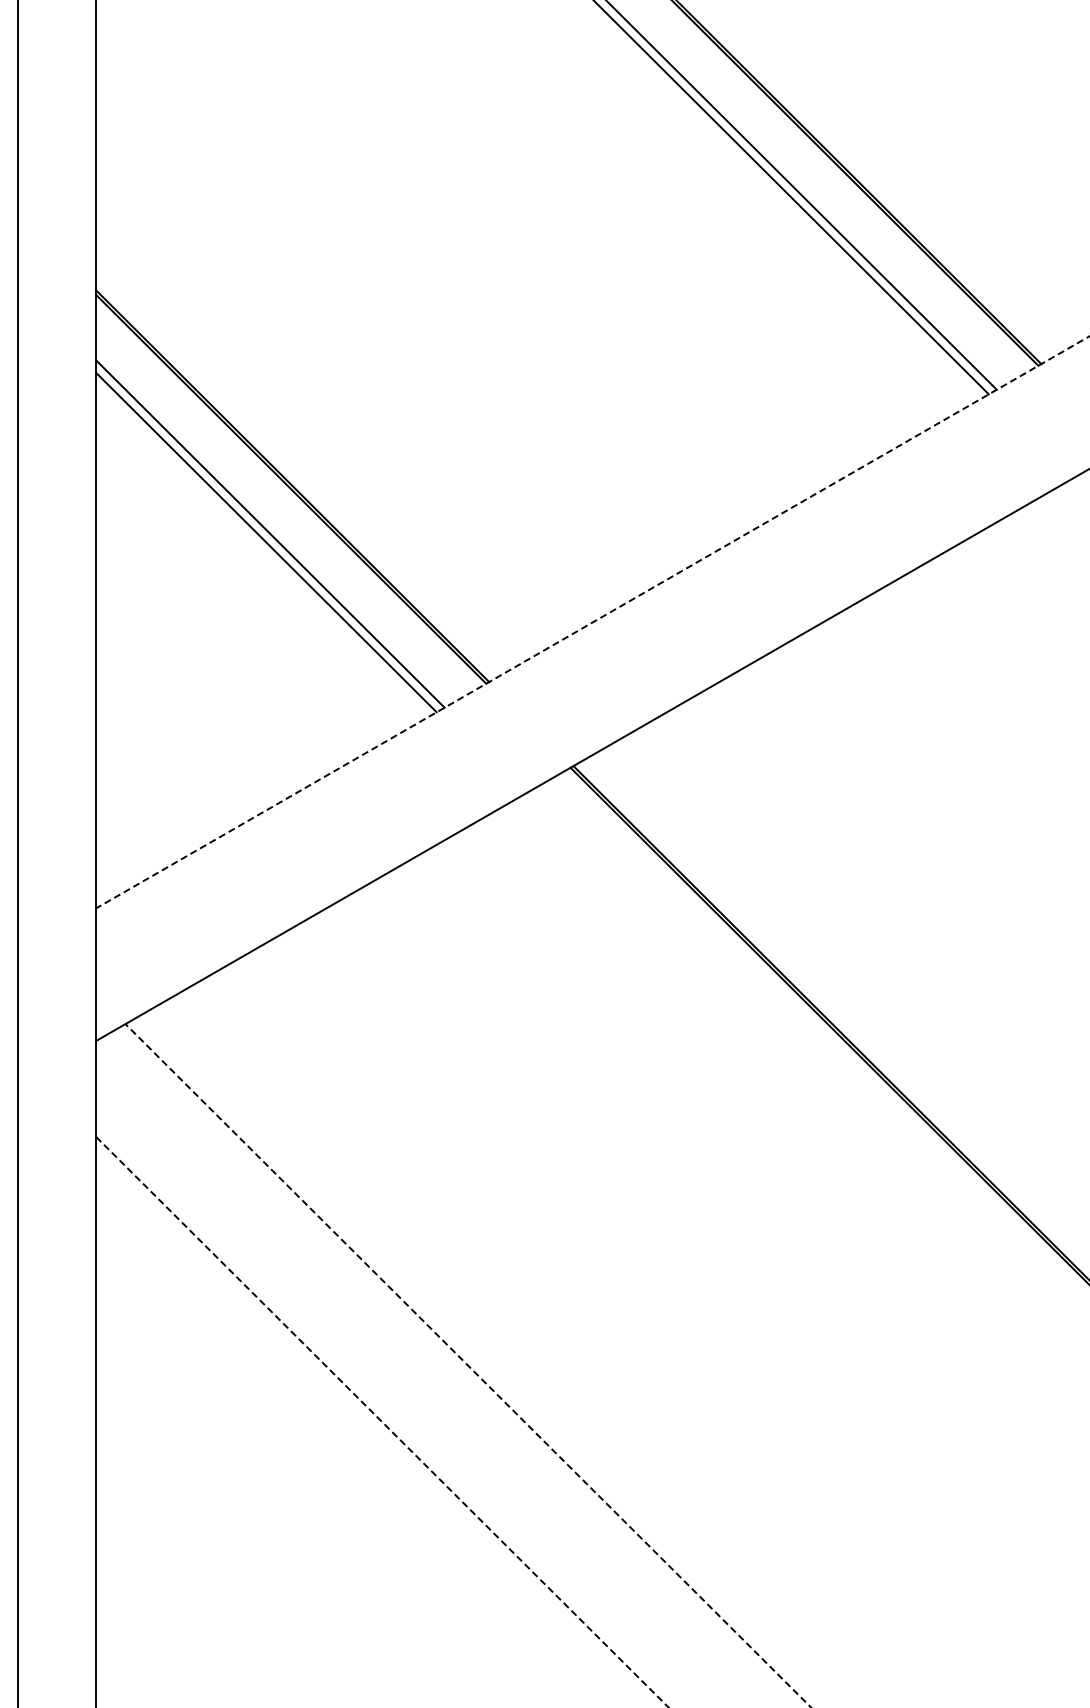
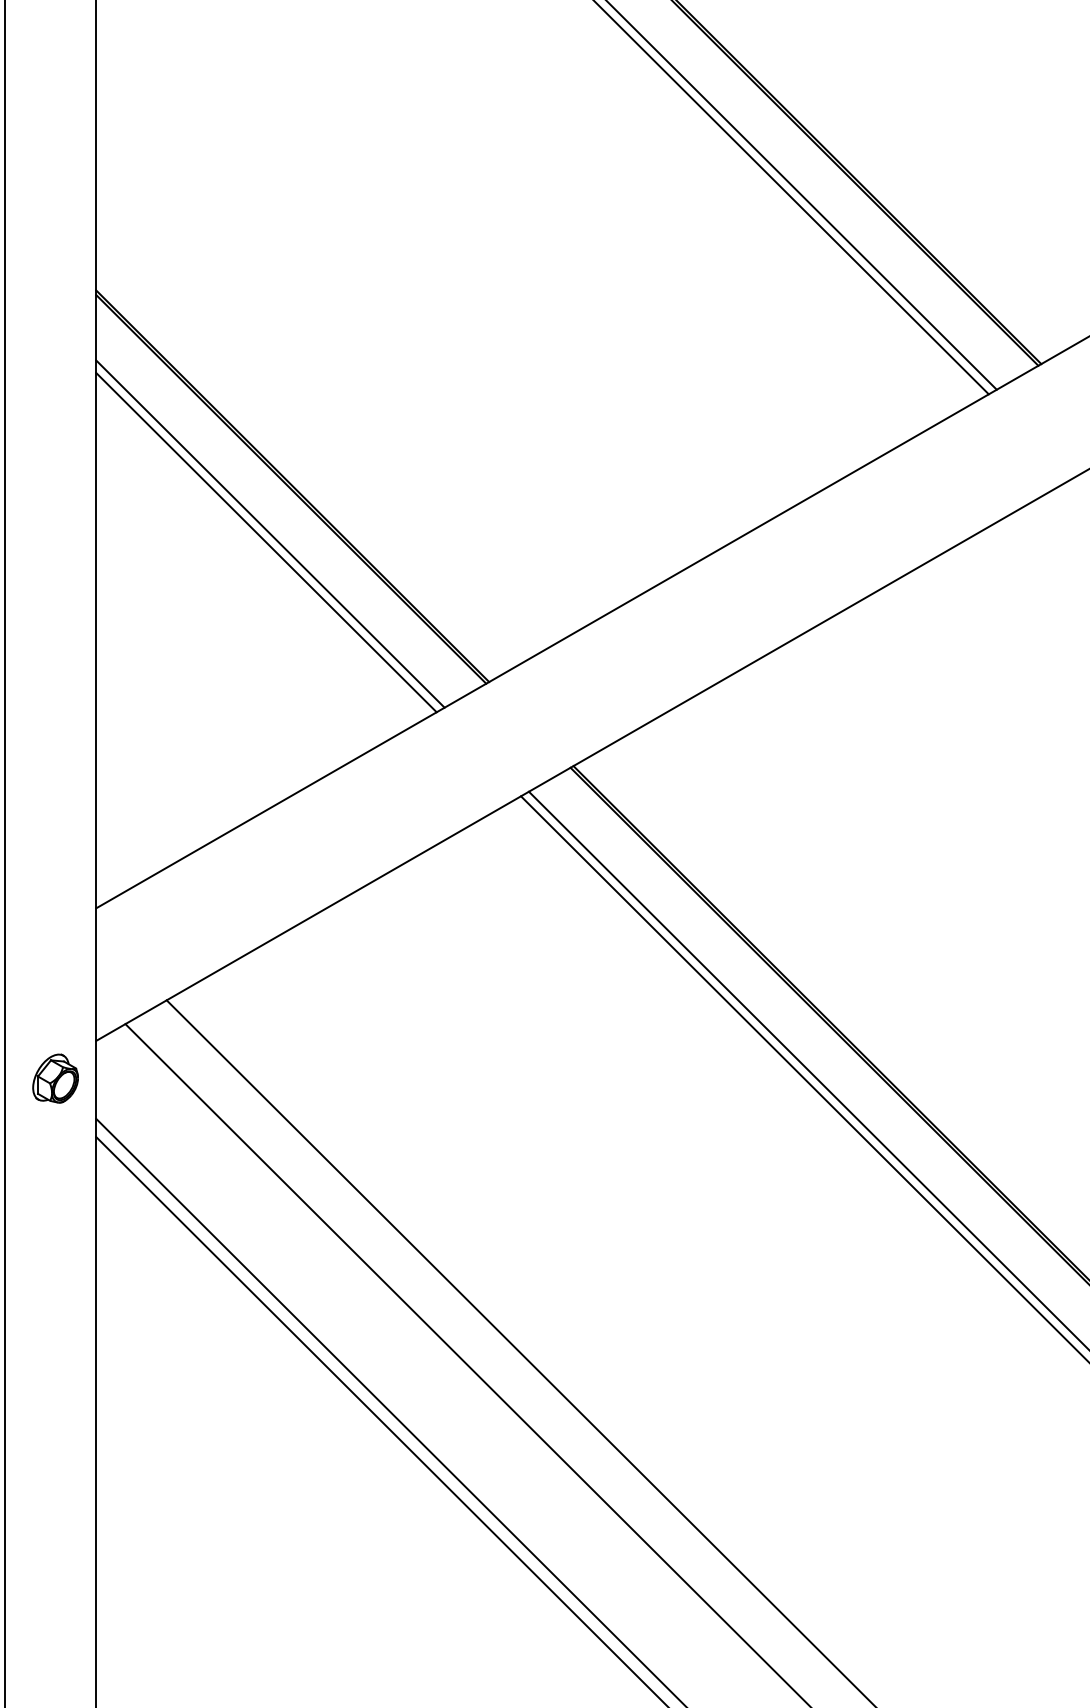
line at (592, 622): dashed -> solid
line at (18, 853) position: (18, 853) -> (5, 853)
line at (807, 1069): none -> present
line at (803, 1077): none -> present
part at (55, 1078): none -> present
line at (519, 1352): none -> present
line at (468, 1365): dashed -> solid
line at (390, 1411): none -> present
line at (382, 1422): dashed -> solid
